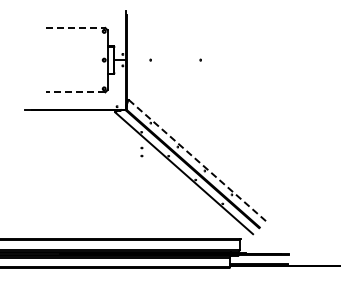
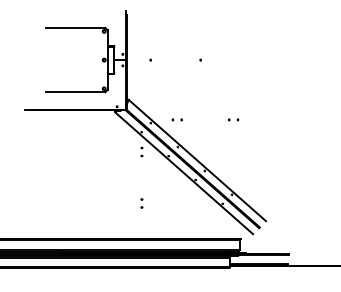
line at (75, 27): dashed -> solid
line at (75, 92): dashed -> solid
part at (176, 119): none -> present
part at (233, 119): none -> present
line at (197, 160): dashed -> solid
part at (141, 203): none -> present
